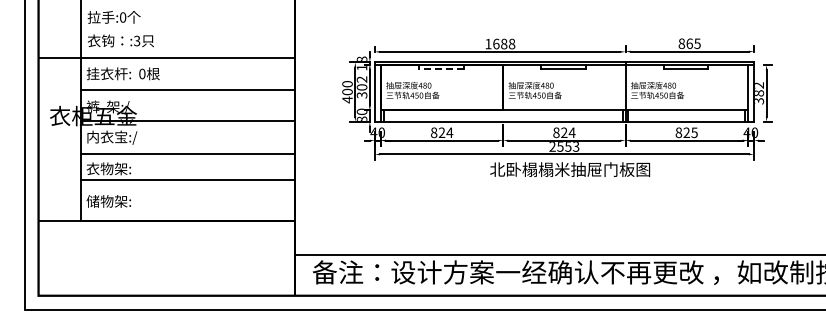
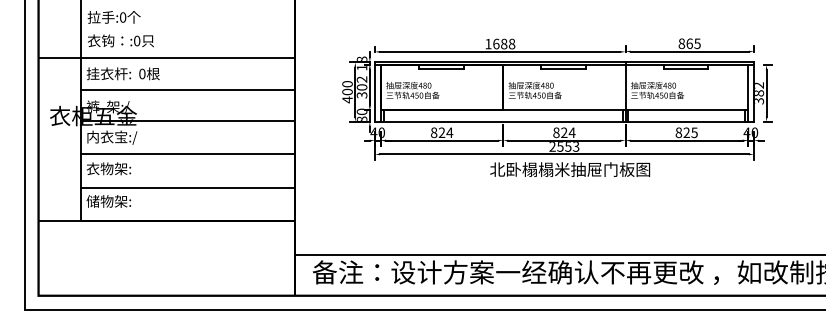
text at (137, 41): :3 -> :0
line at (440, 69): dashed -> solid
line at (187, 179) position: (187, 179) -> (187, 187)
